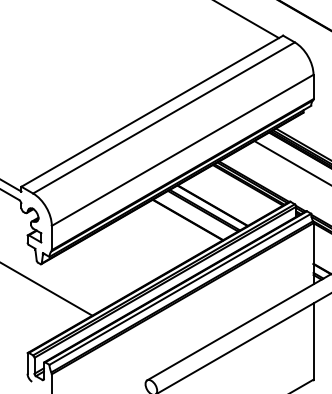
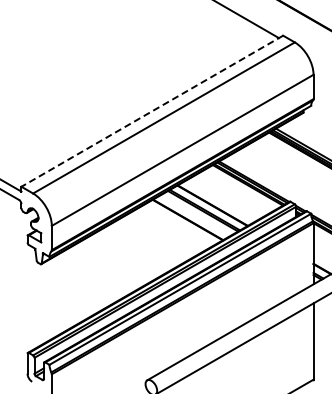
line at (151, 111): solid -> dashed
line at (291, 162): present -> none
line at (47, 289): present -> none
